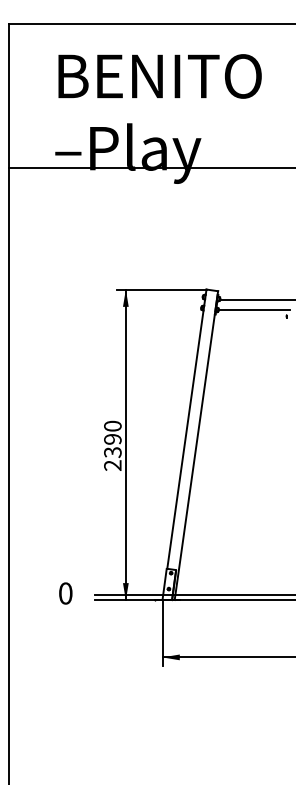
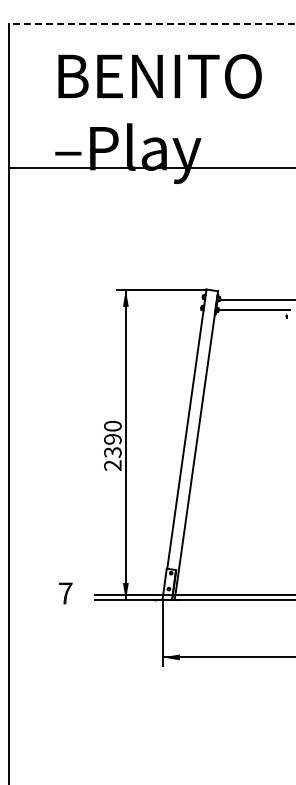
line at (151, 23): solid -> dashed
text at (65, 593): 0 -> 7
